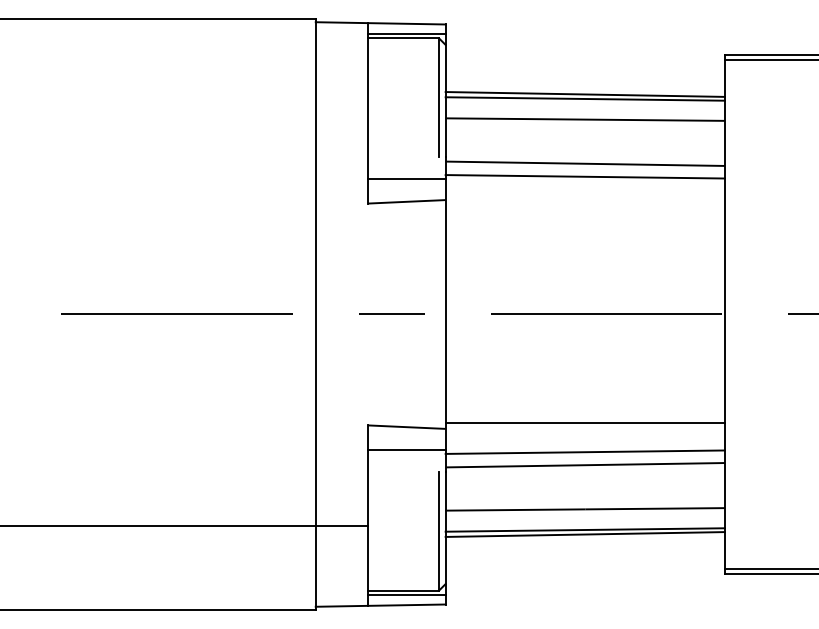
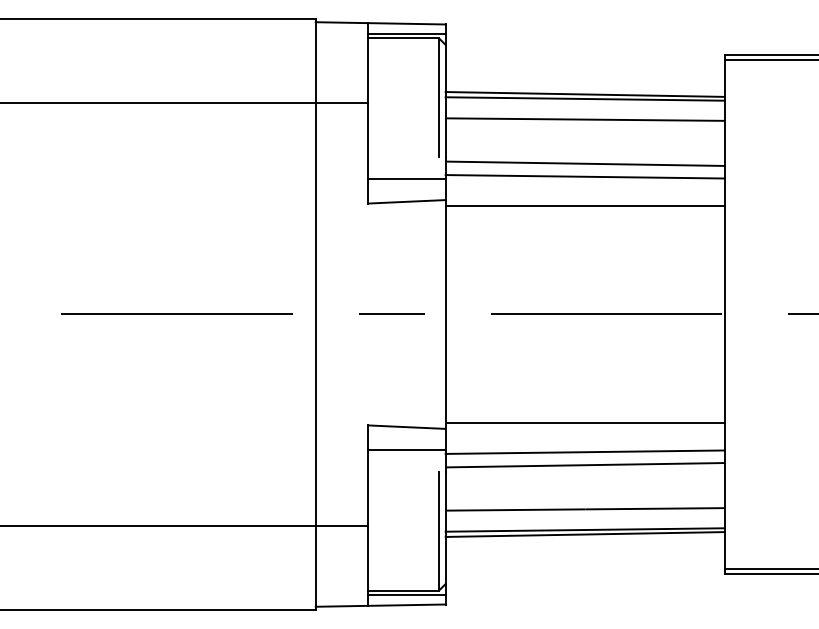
line at (184, 103): none -> present
line at (584, 206): none -> present
